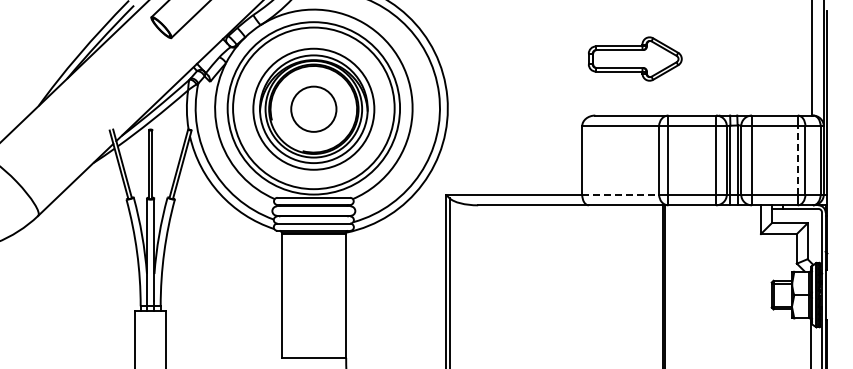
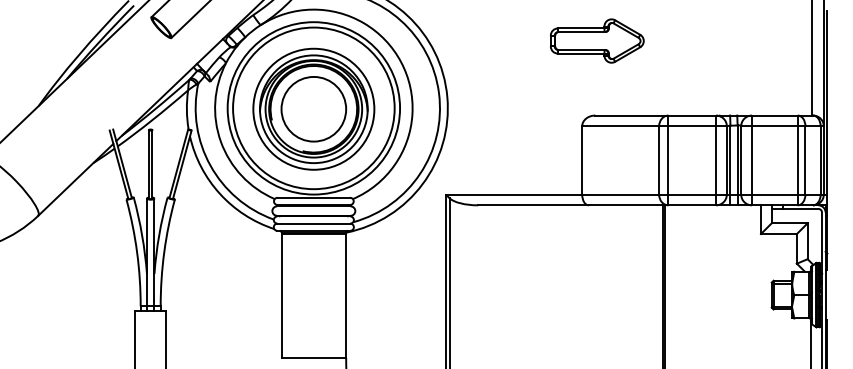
part at (635, 58) position: (635, 58) -> (597, 40)
circle at (313, 108) diameter: 45 px -> 65 px
line at (797, 159): dashed -> solid
line at (621, 194): dashed -> solid
